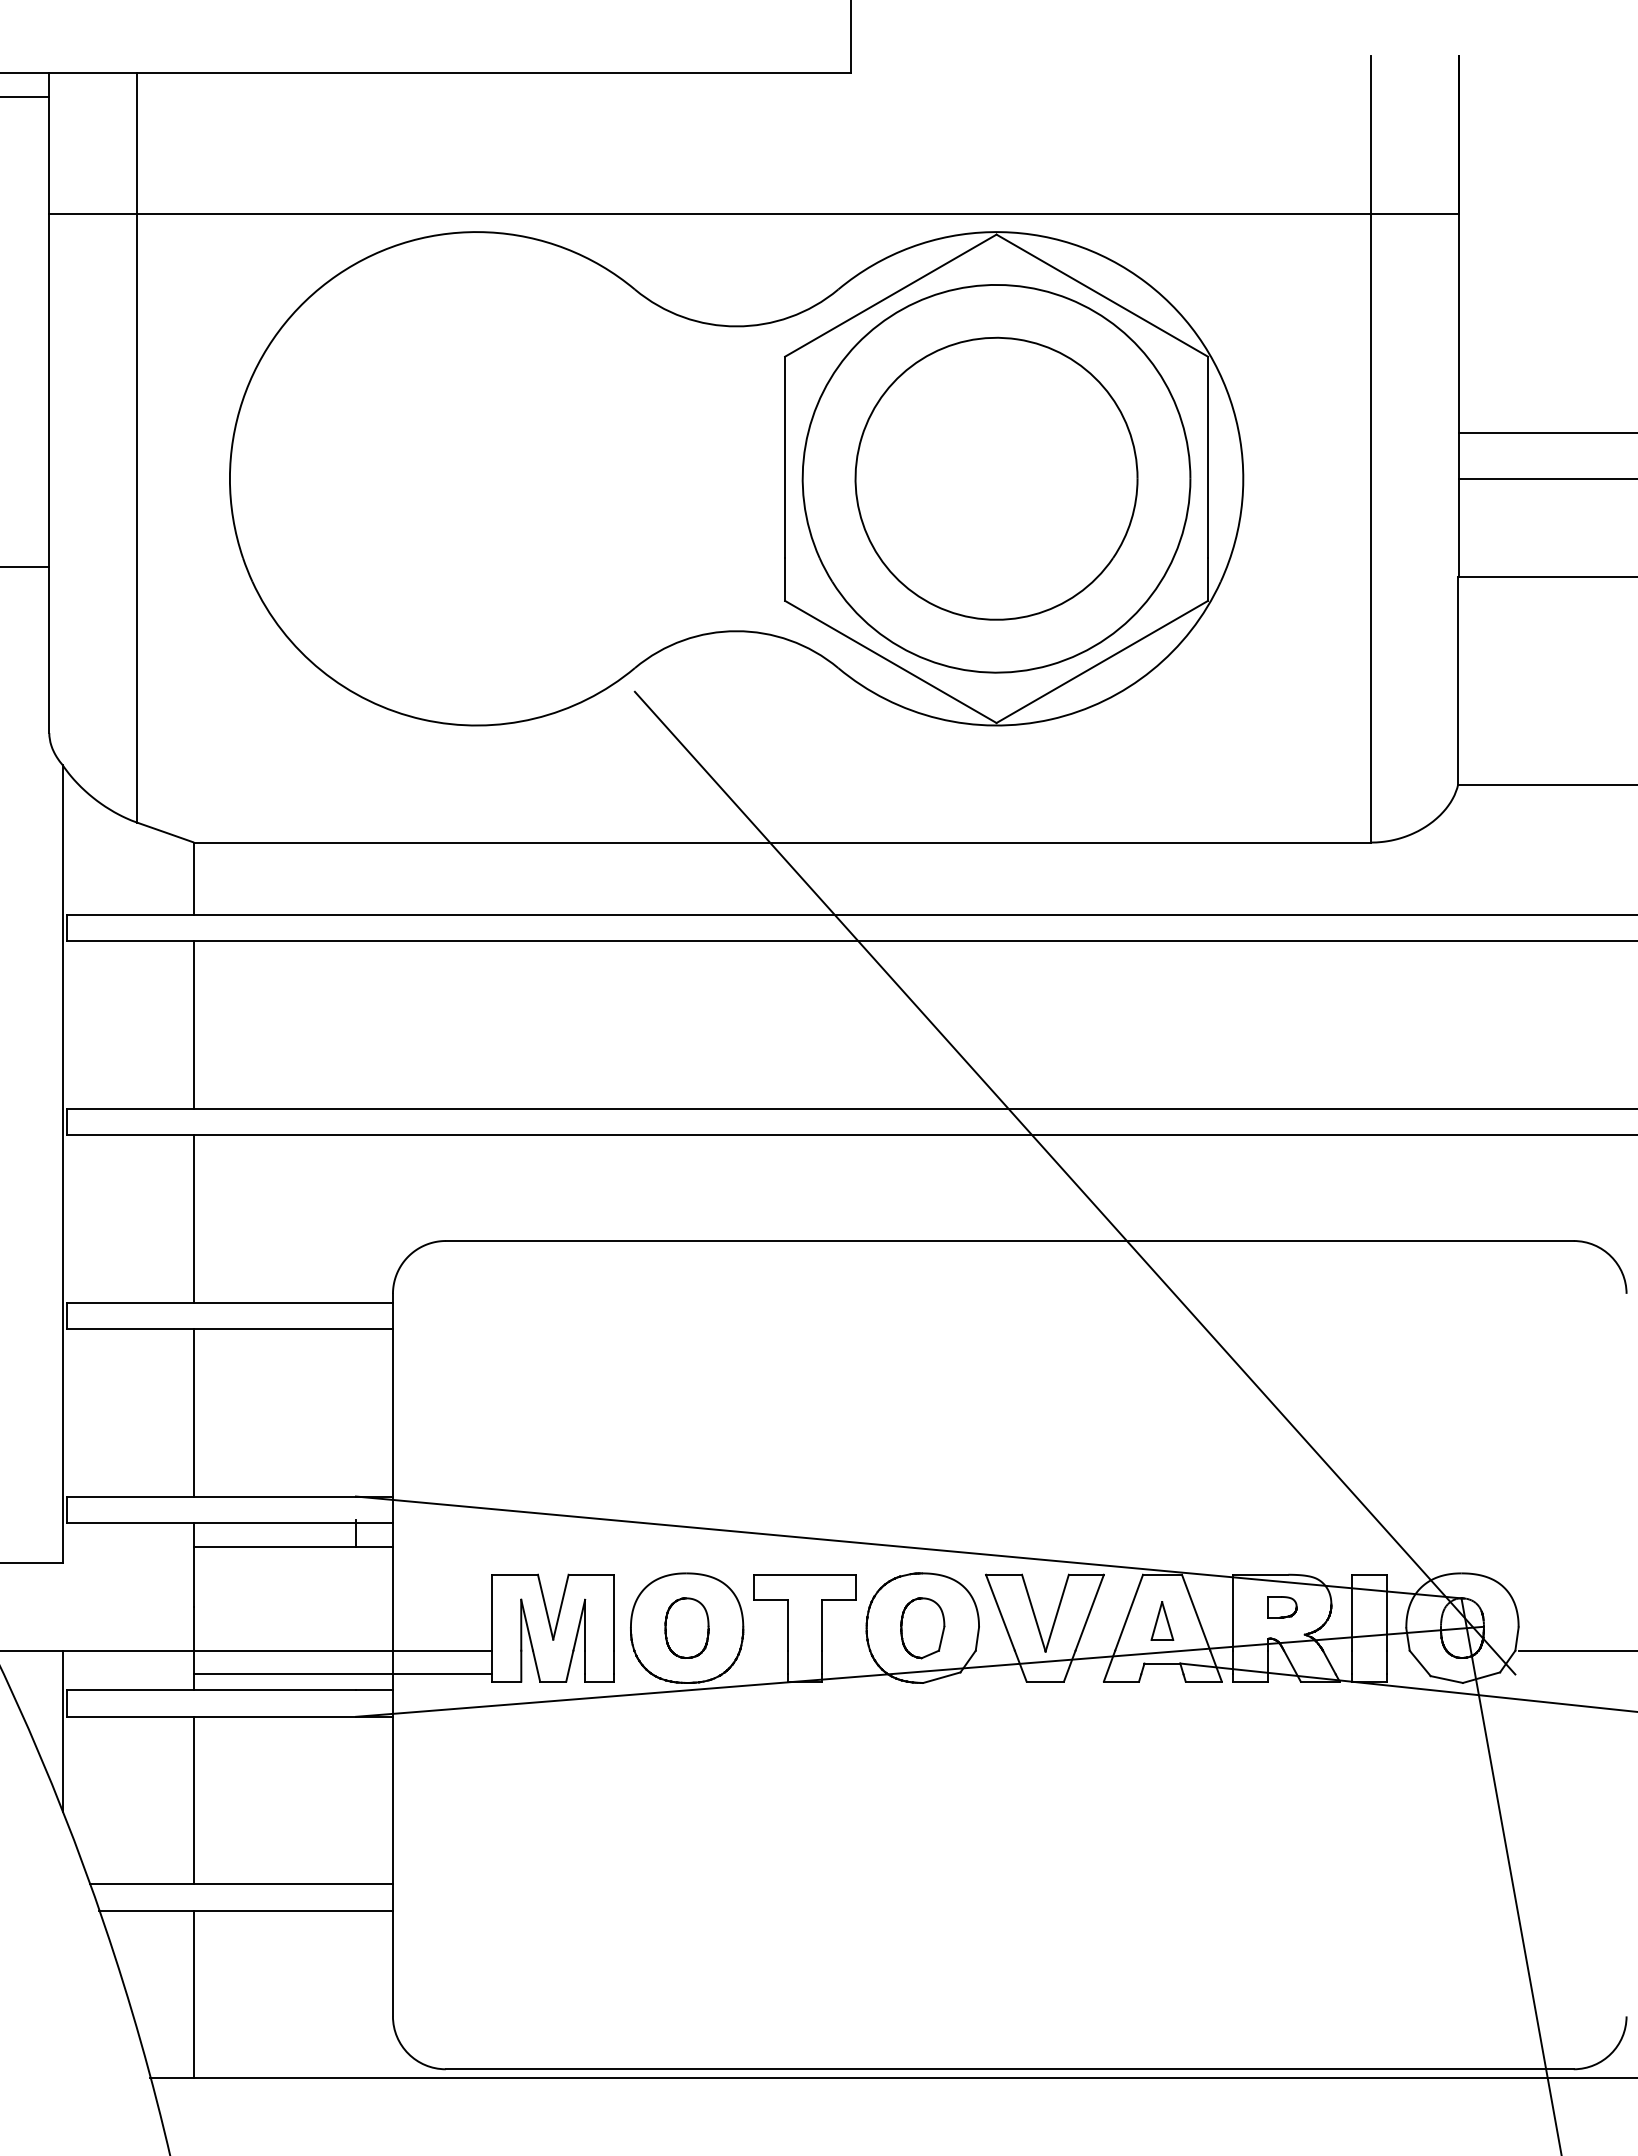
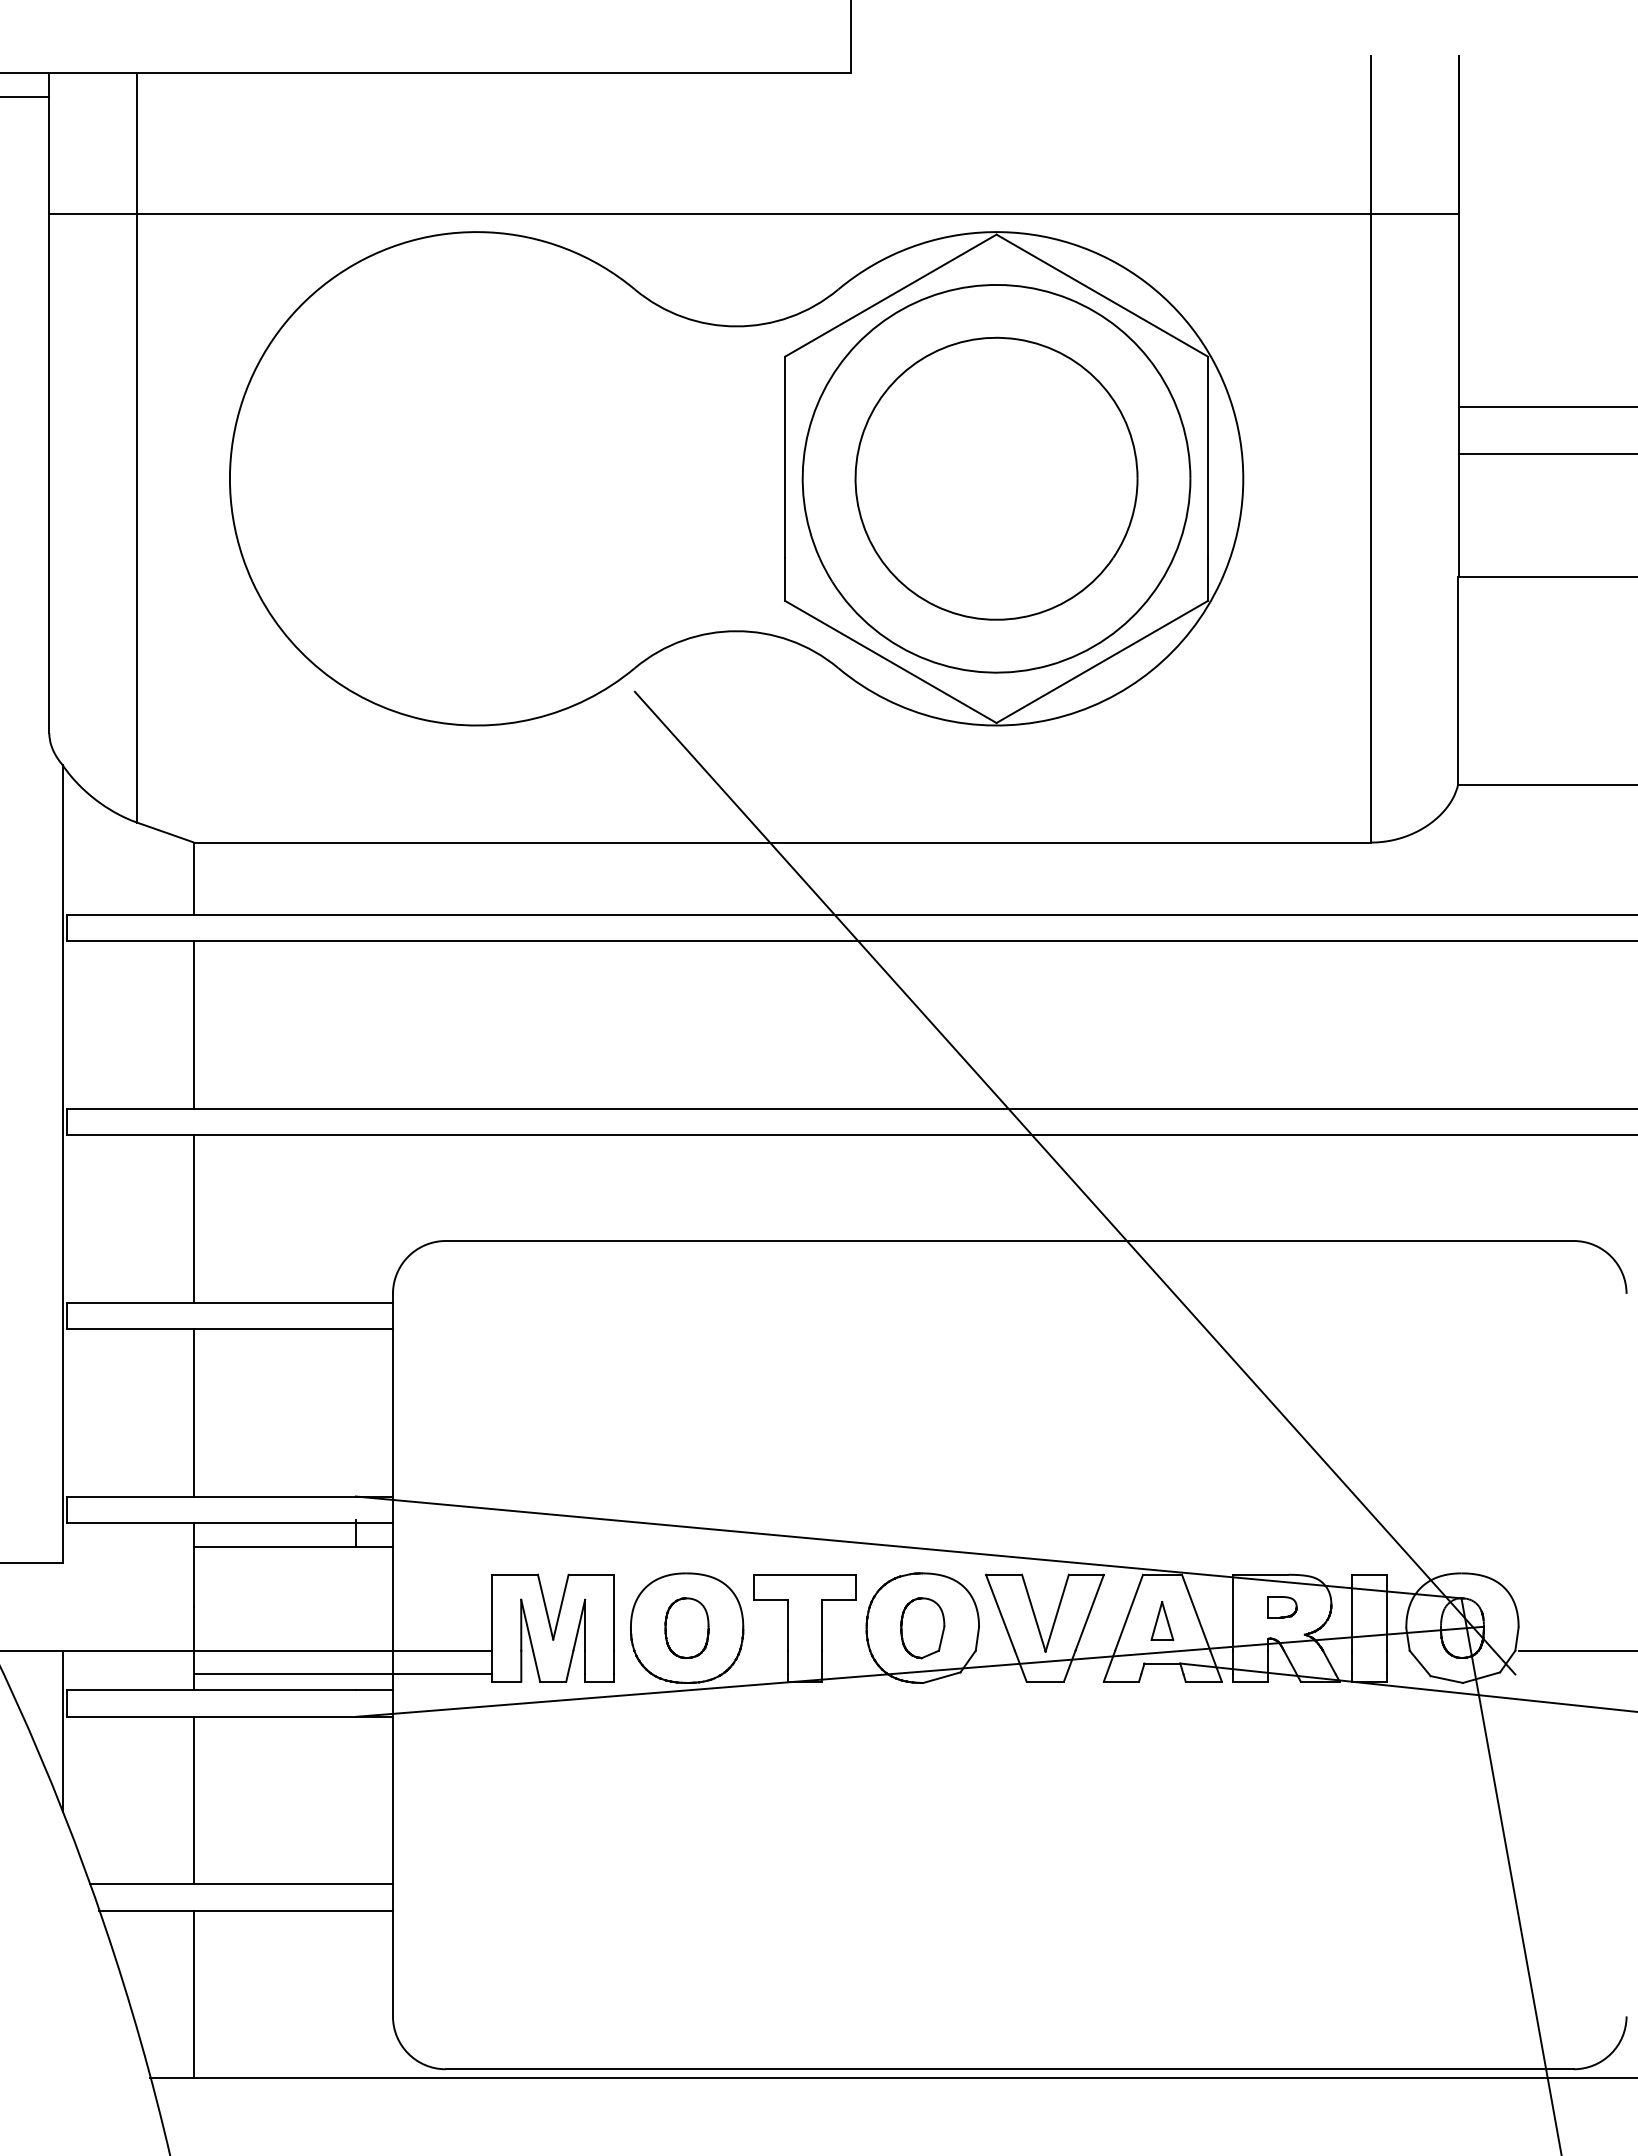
line at (1546, 432) position: (1546, 432) -> (1546, 406)
line at (1546, 479) position: (1546, 479) -> (1546, 454)
line at (25, 566): present -> none
